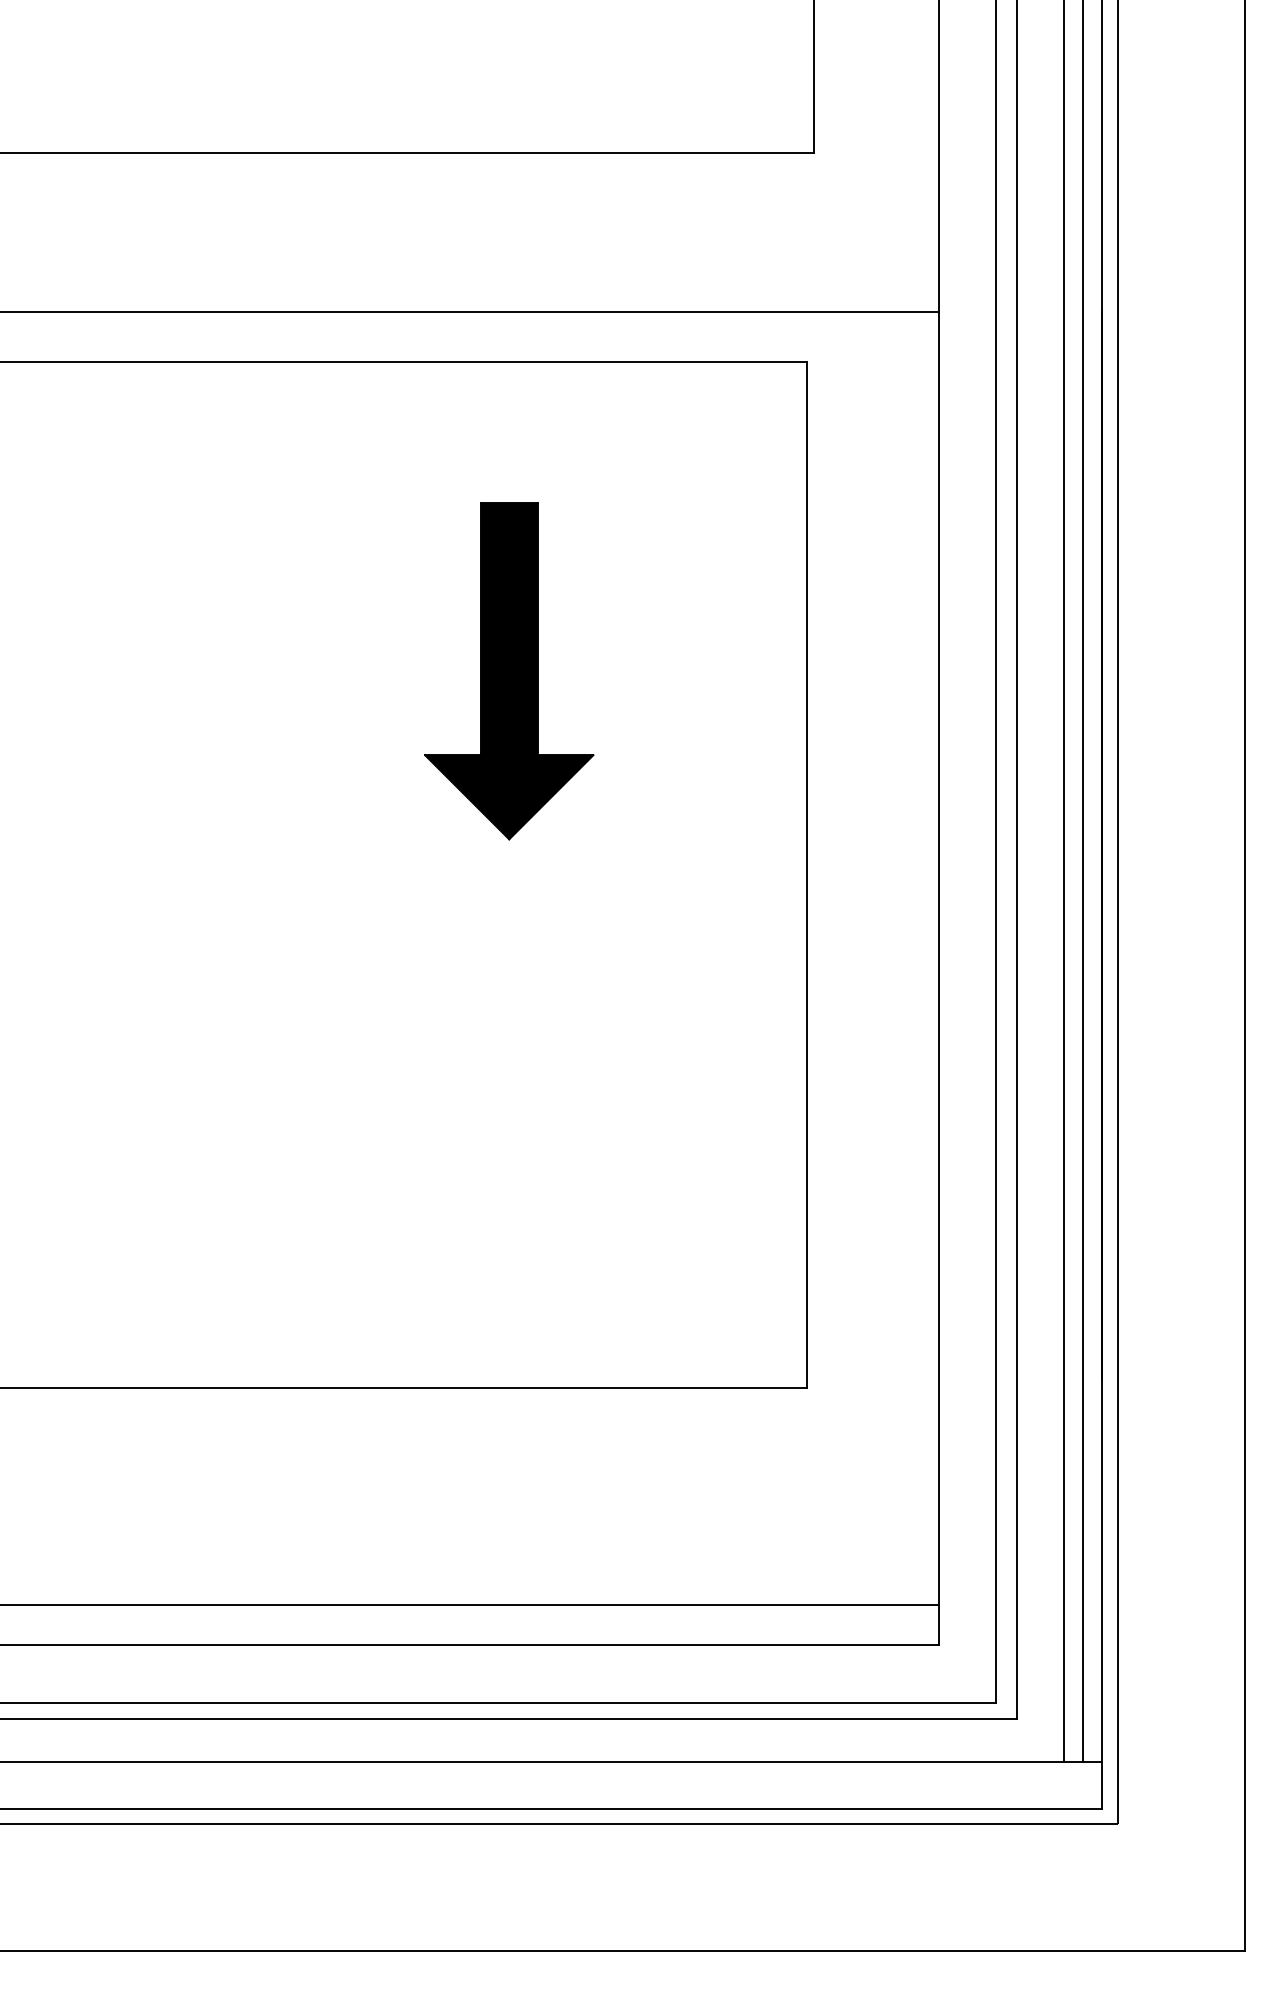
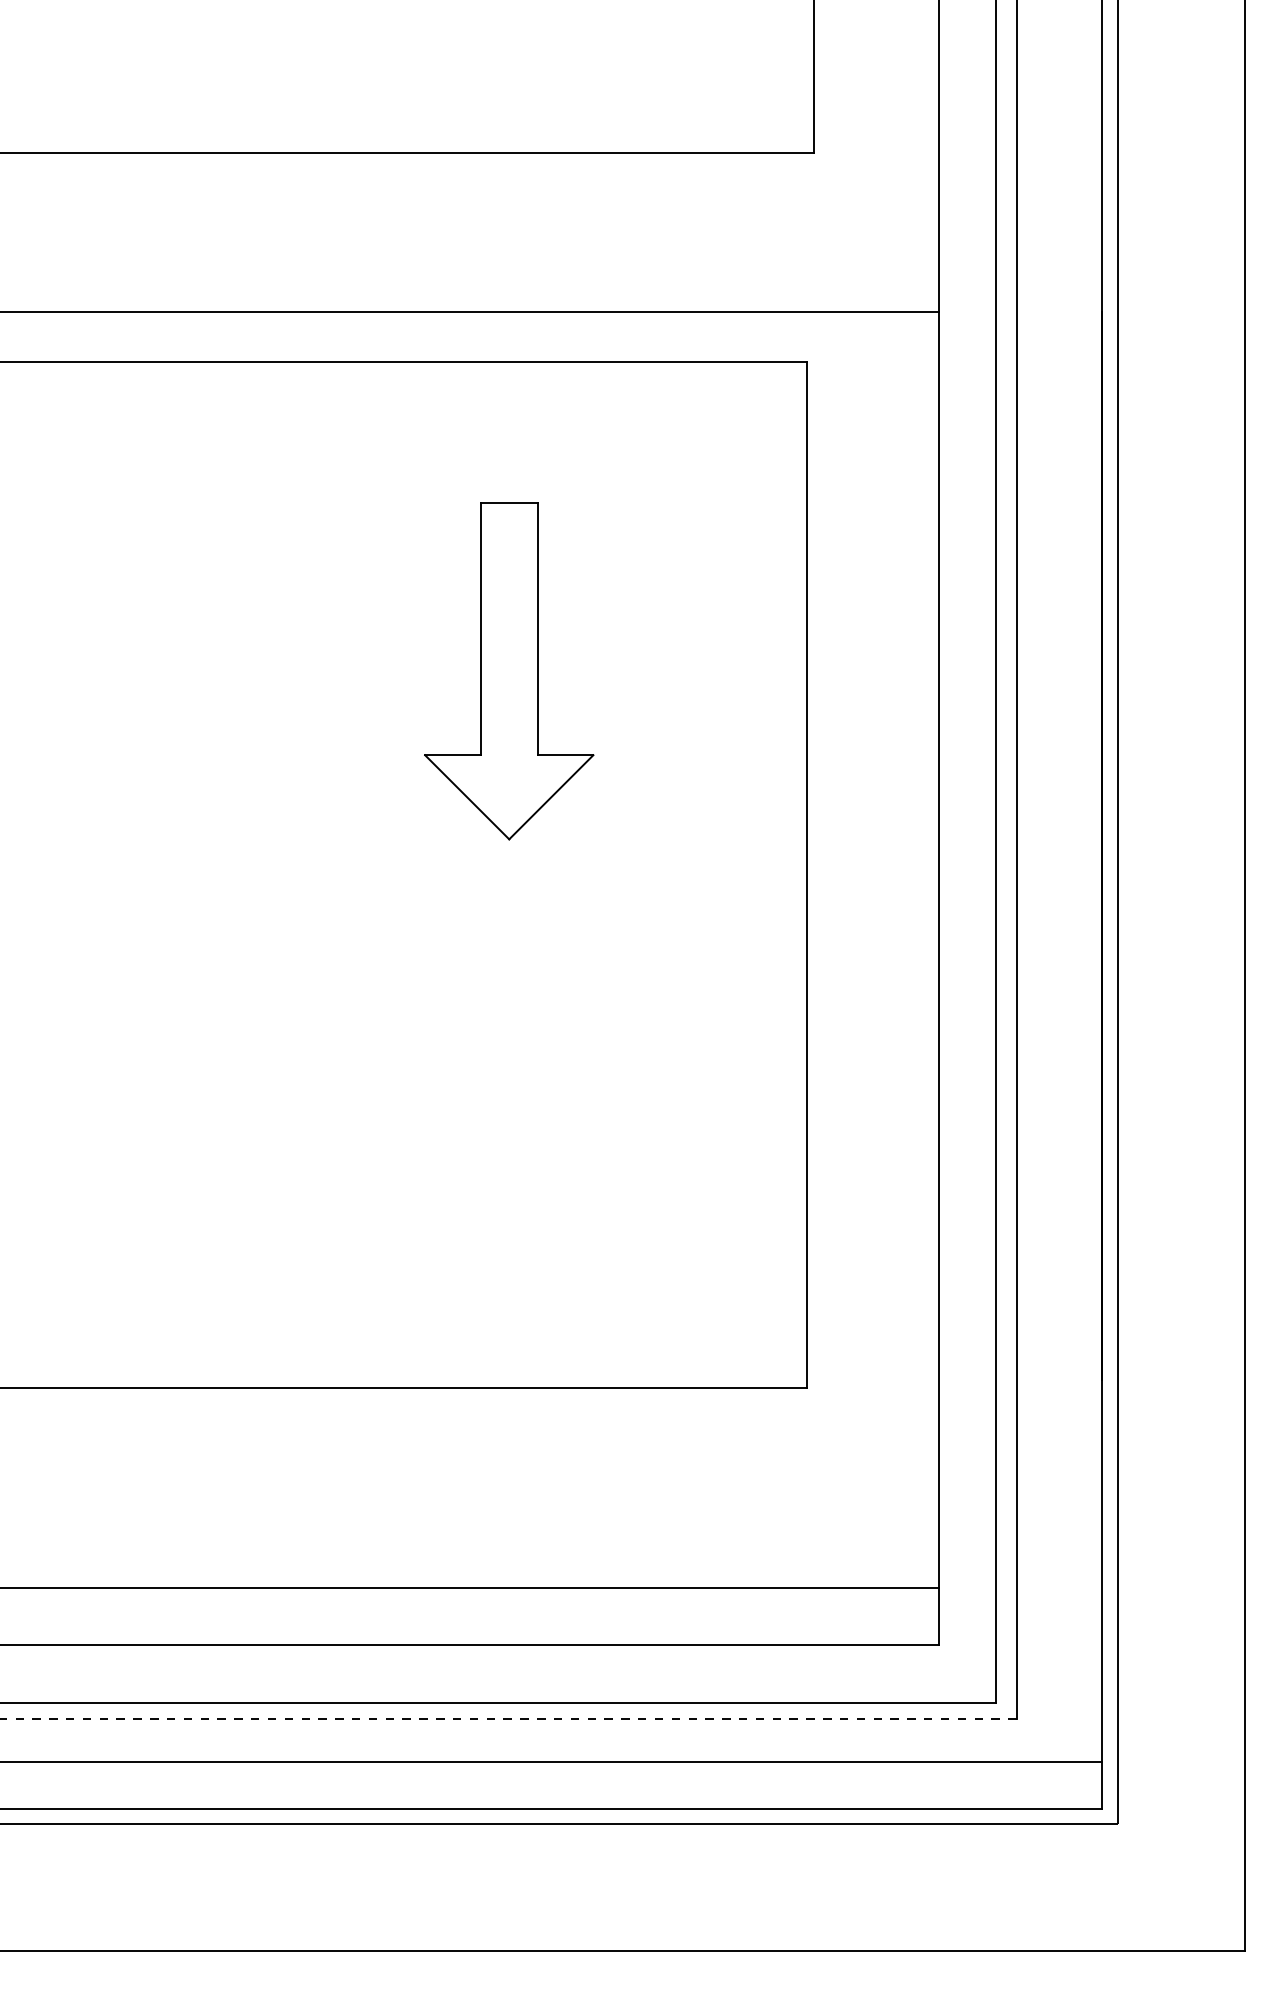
fill at (509, 670): present -> none
line at (1063, 882): present -> none
line at (1082, 882): present -> none
line at (470, 1605) position: (470, 1605) -> (470, 1588)
line at (508, 1719): solid -> dashed
